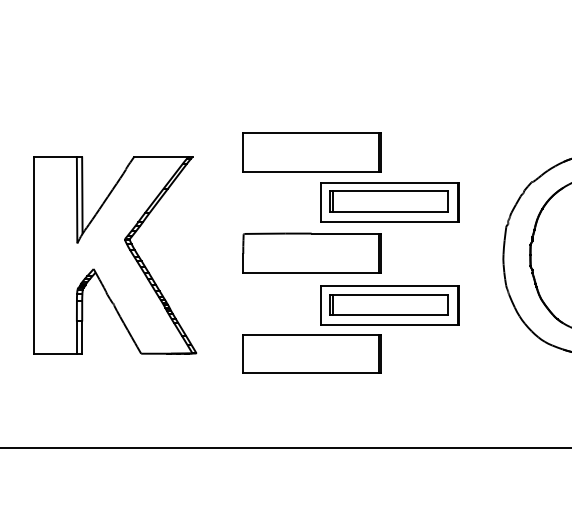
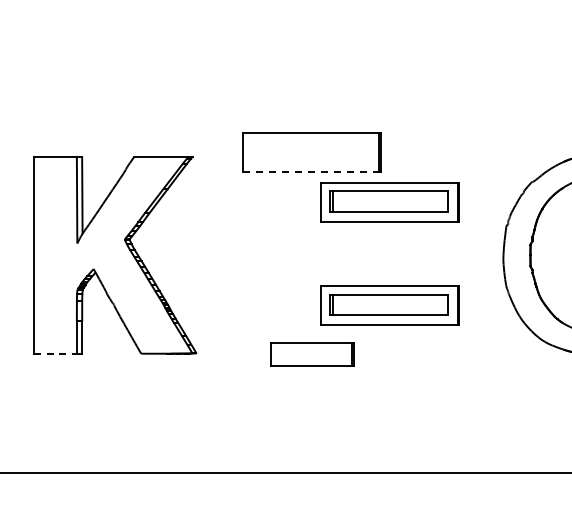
line at (311, 171): solid -> dashed
part at (311, 252): present -> none
line at (55, 353): solid -> dashed
part at (311, 353) size: 140x40 px -> 85x25 px
line at (285, 448) position: (285, 448) -> (285, 473)
